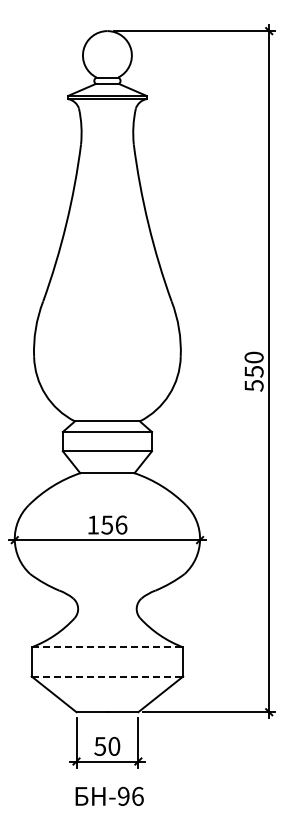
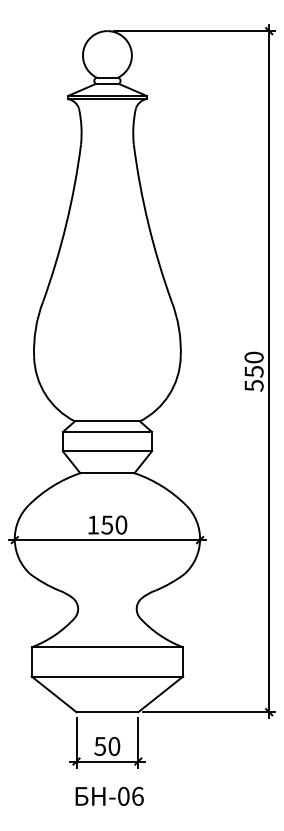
text at (121, 524): 156 -> 150
line at (107, 647): dashed -> solid
line at (107, 676): dashed -> solid
text at (123, 796): -96 -> -06
